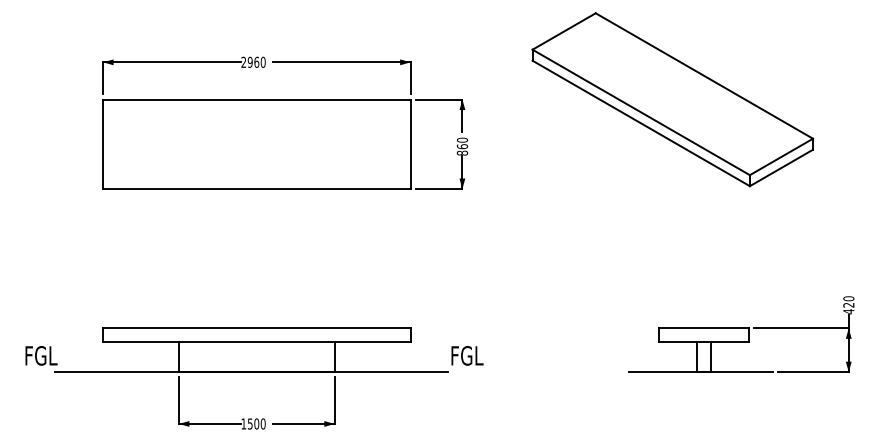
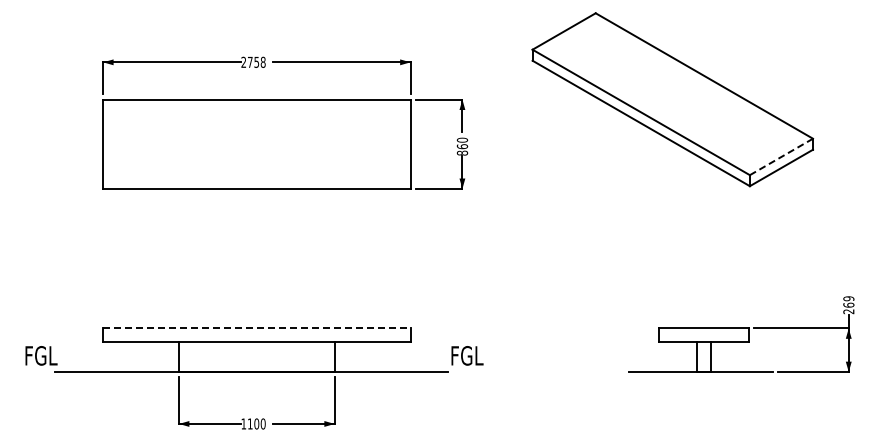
text at (256, 61): 2960 -> 2758
line at (781, 156): solid -> dashed
text at (848, 305): 420 -> 269
line at (256, 328): solid -> dashed
text at (249, 423): 1500 -> 1100
